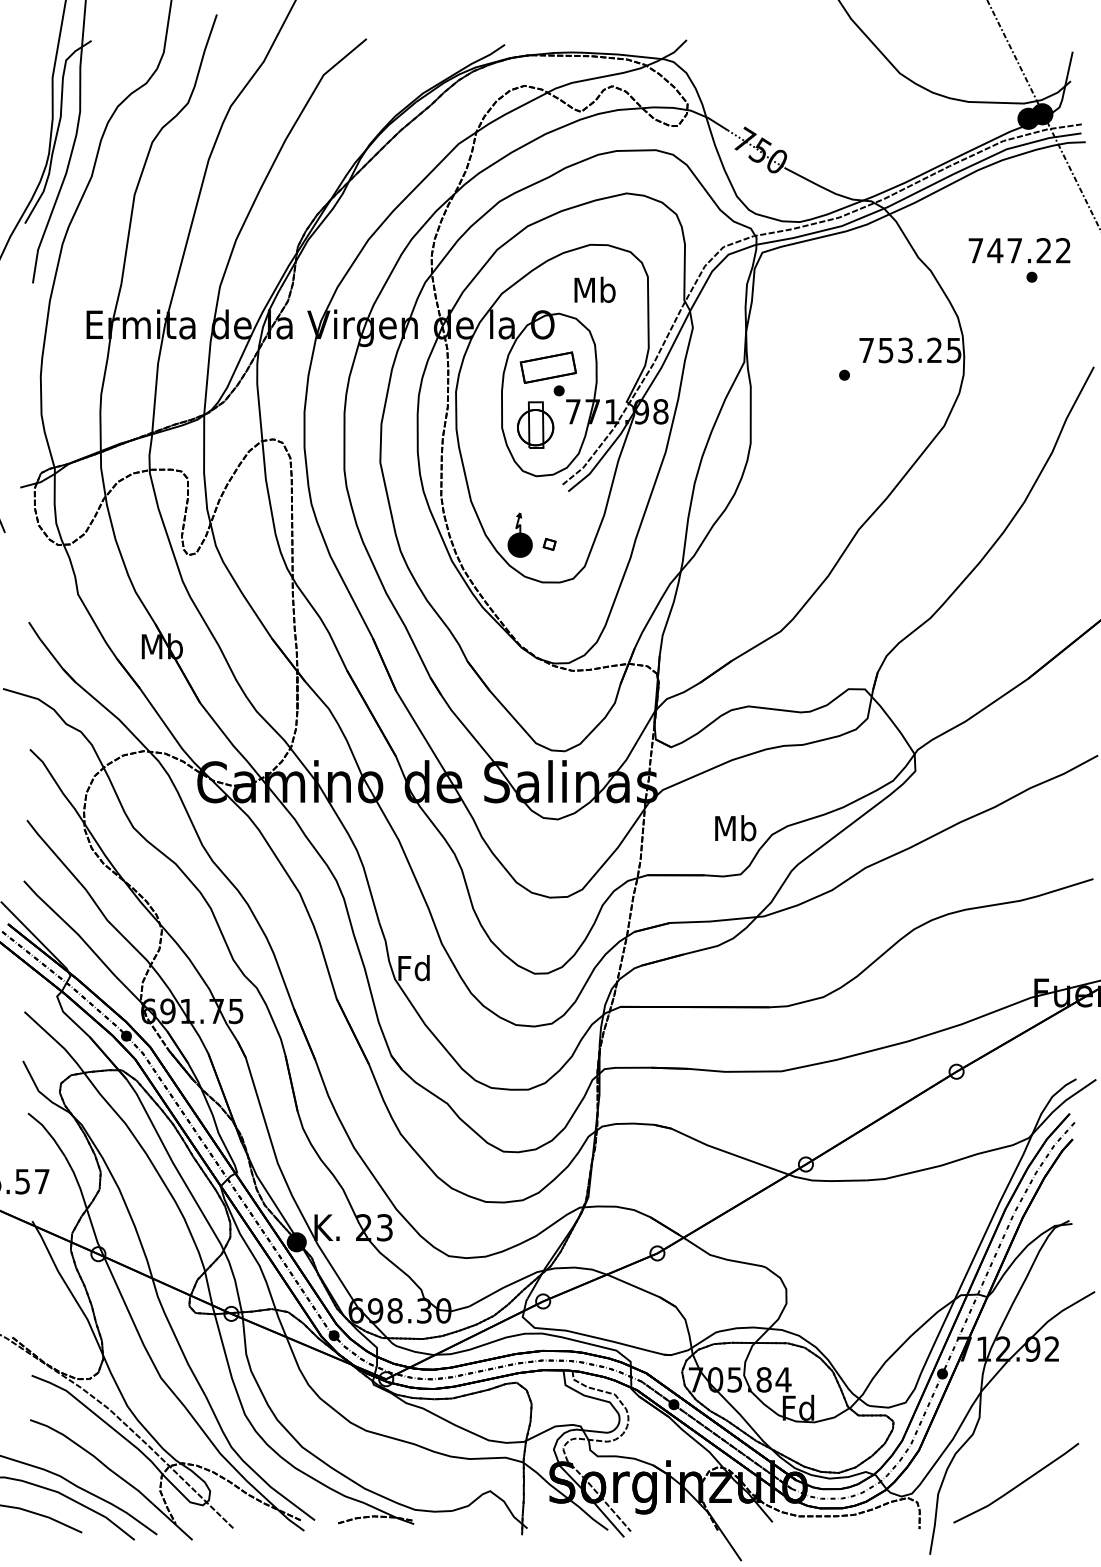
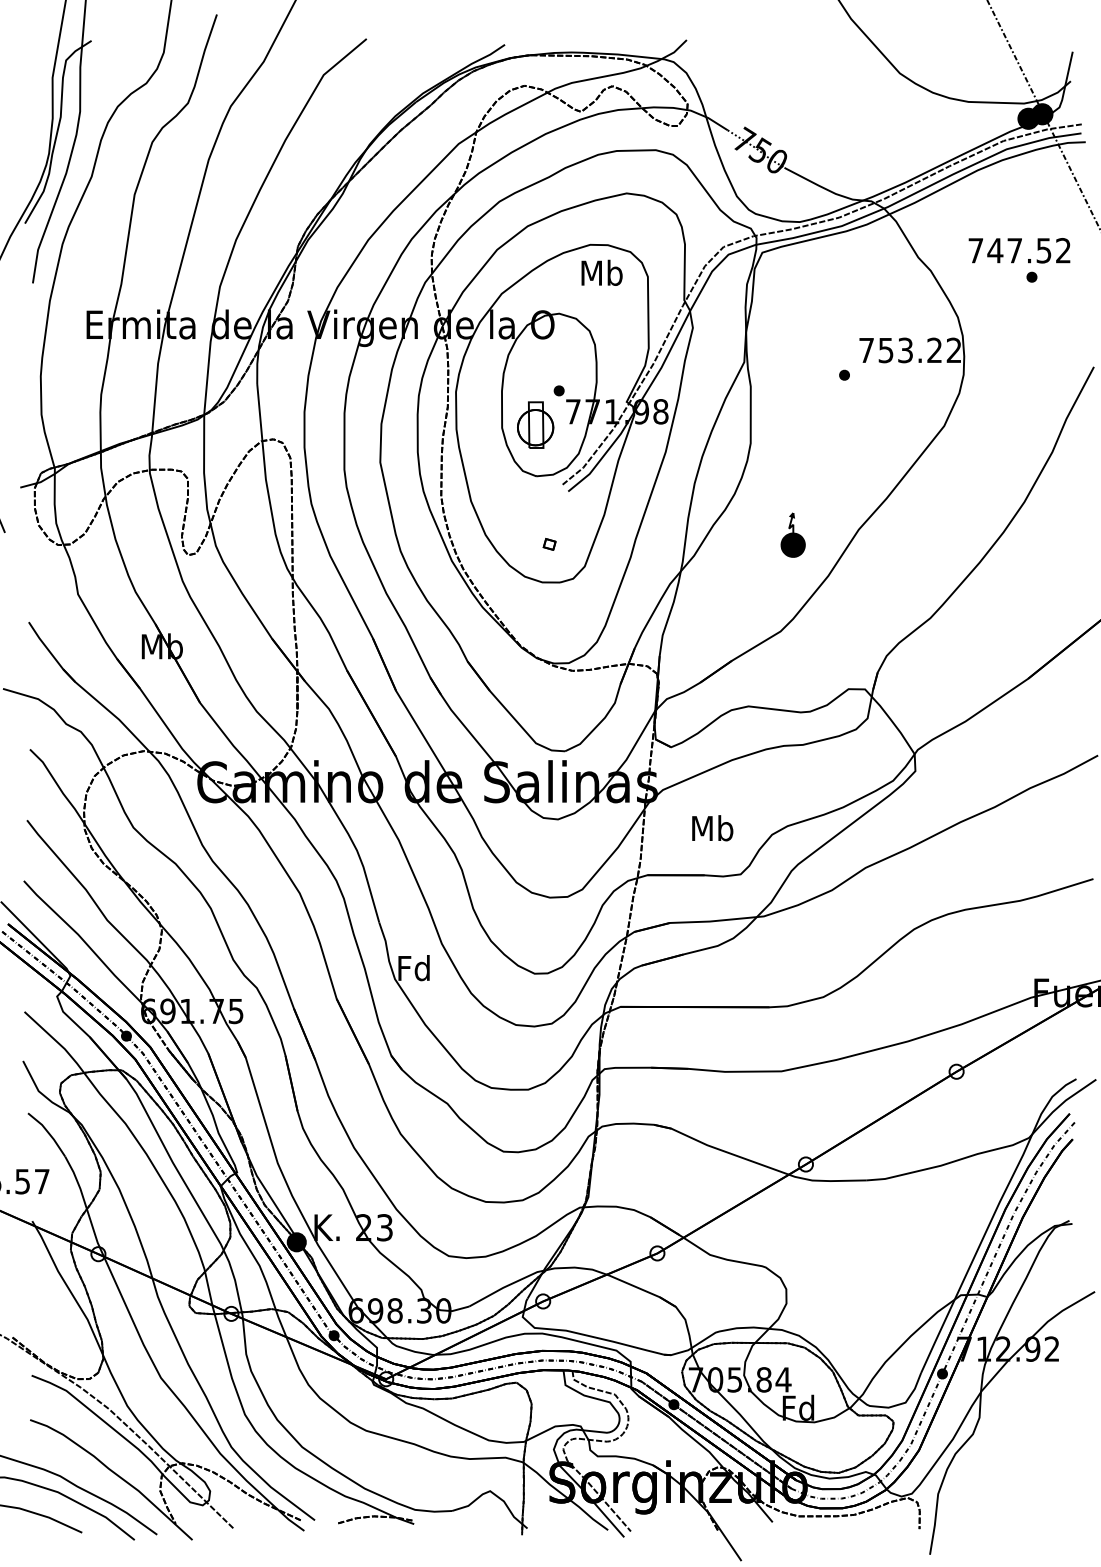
text at (1043, 250): 747.22 -> 747.52
text at (594, 289) position: (594, 289) -> (601, 272)
text at (953, 350): 753.25 -> 753.22
part at (547, 367): present -> none
part at (519, 534) position: (519, 534) -> (792, 534)
text at (735, 828) position: (735, 828) -> (712, 828)
line at (1018, 1484): present -> none
